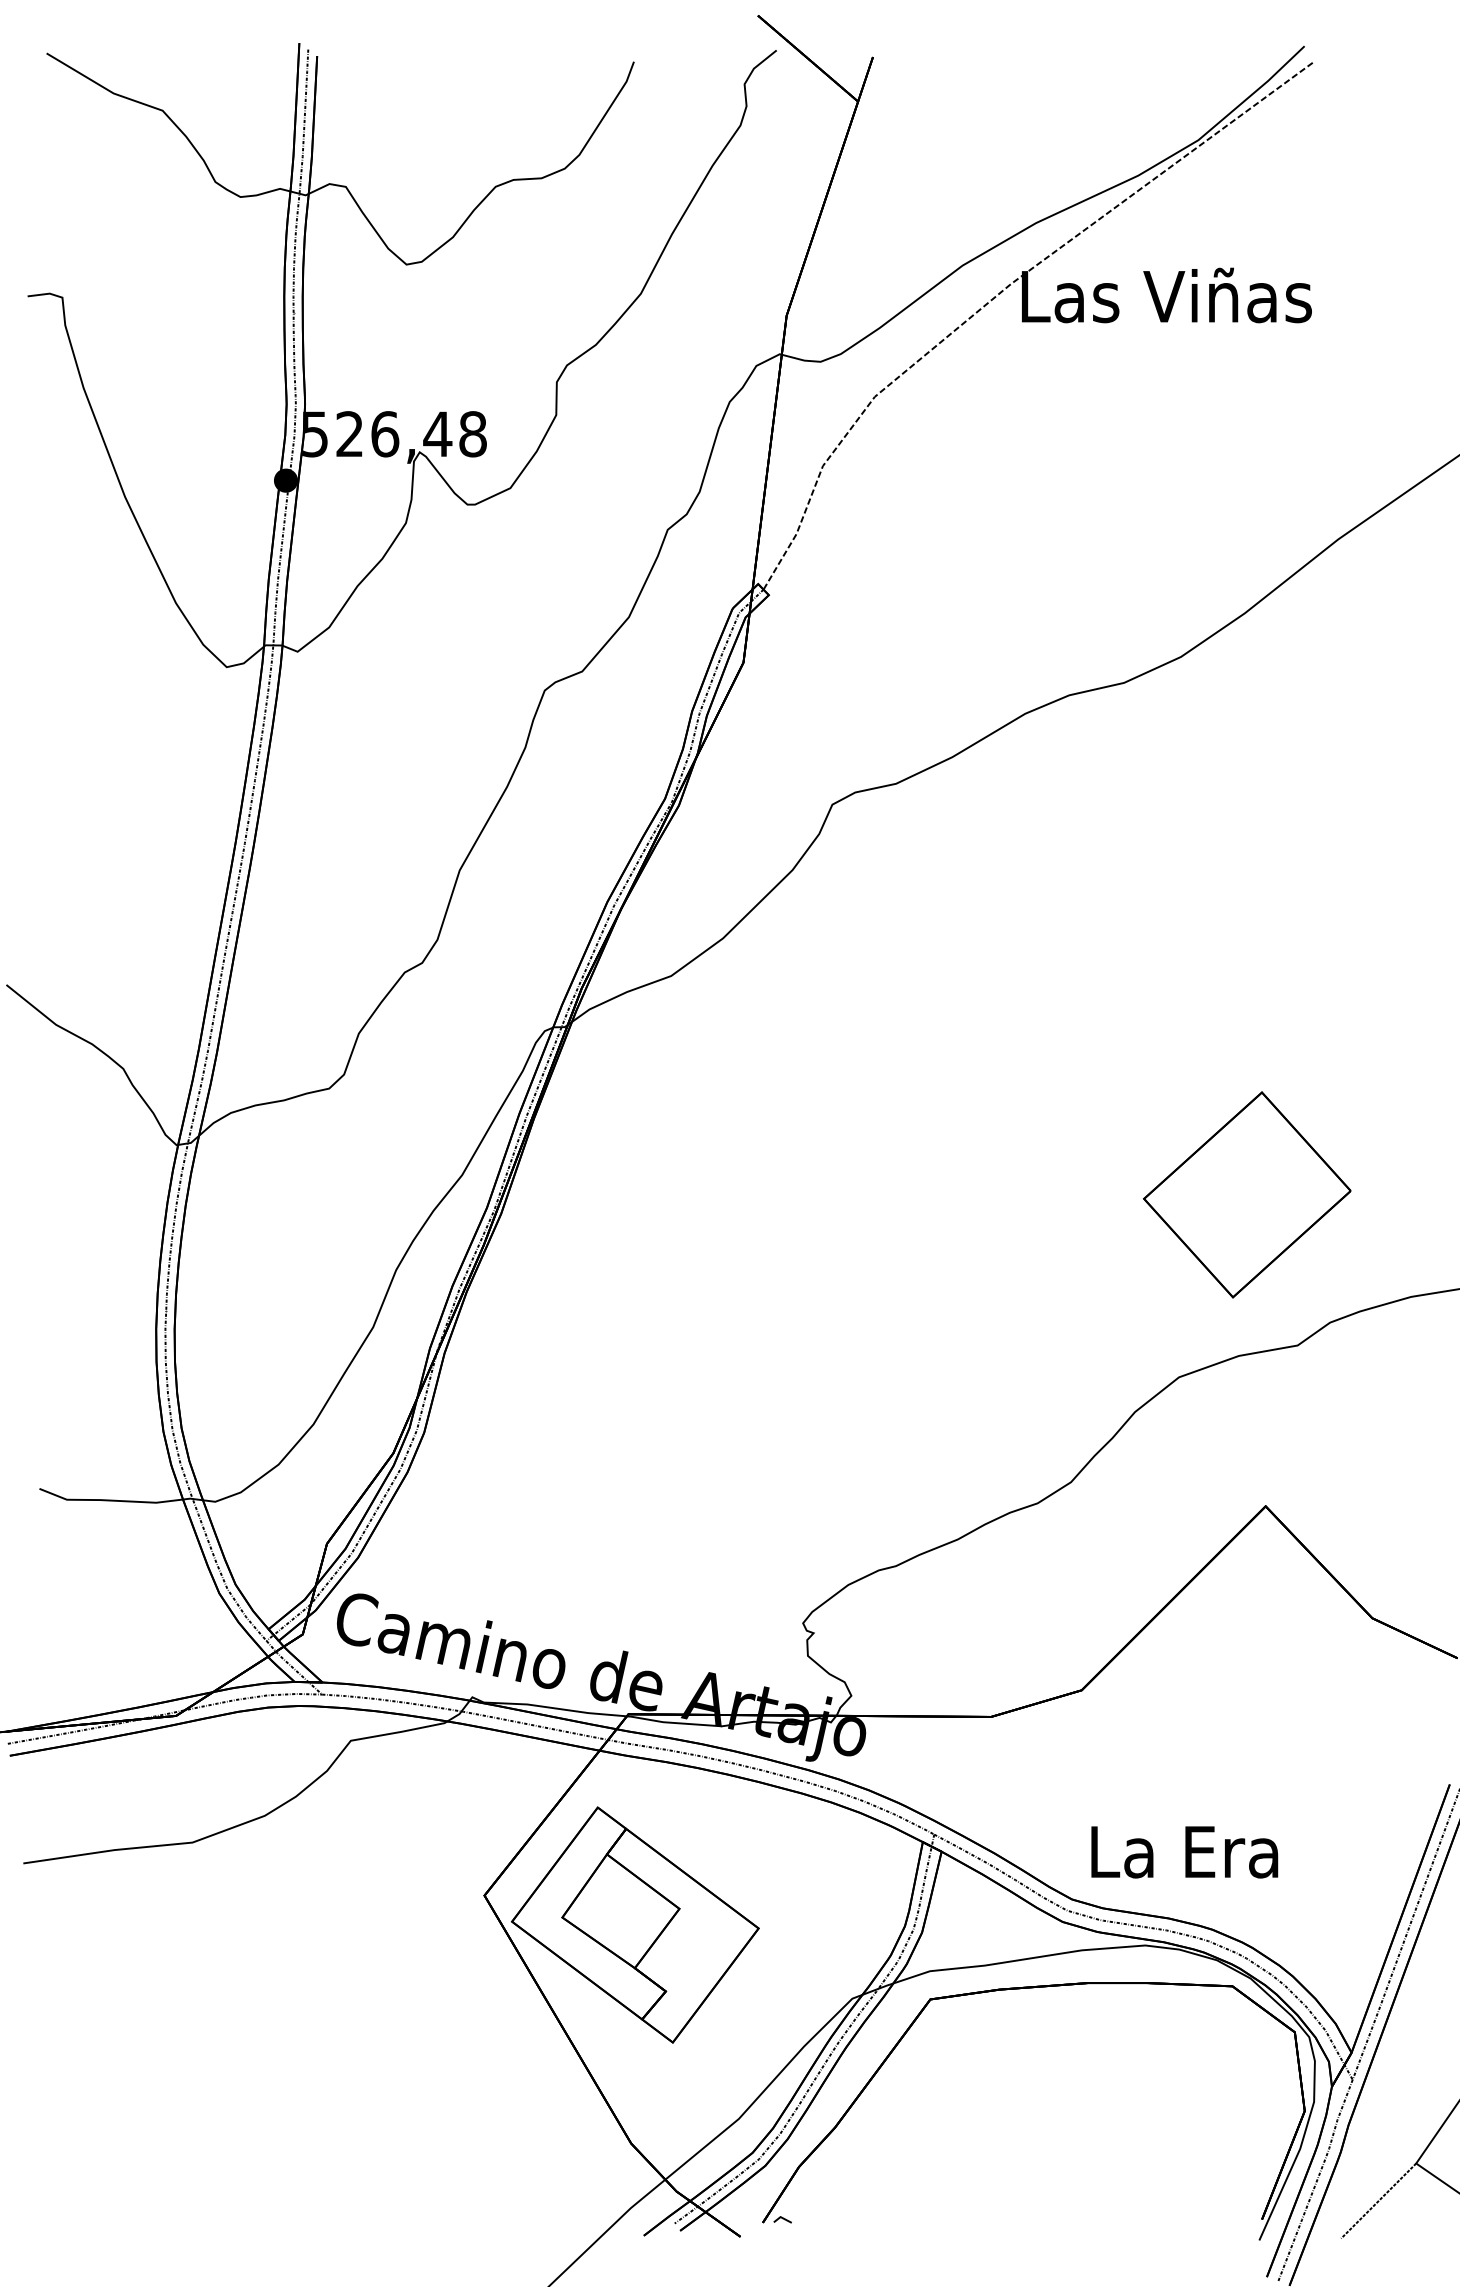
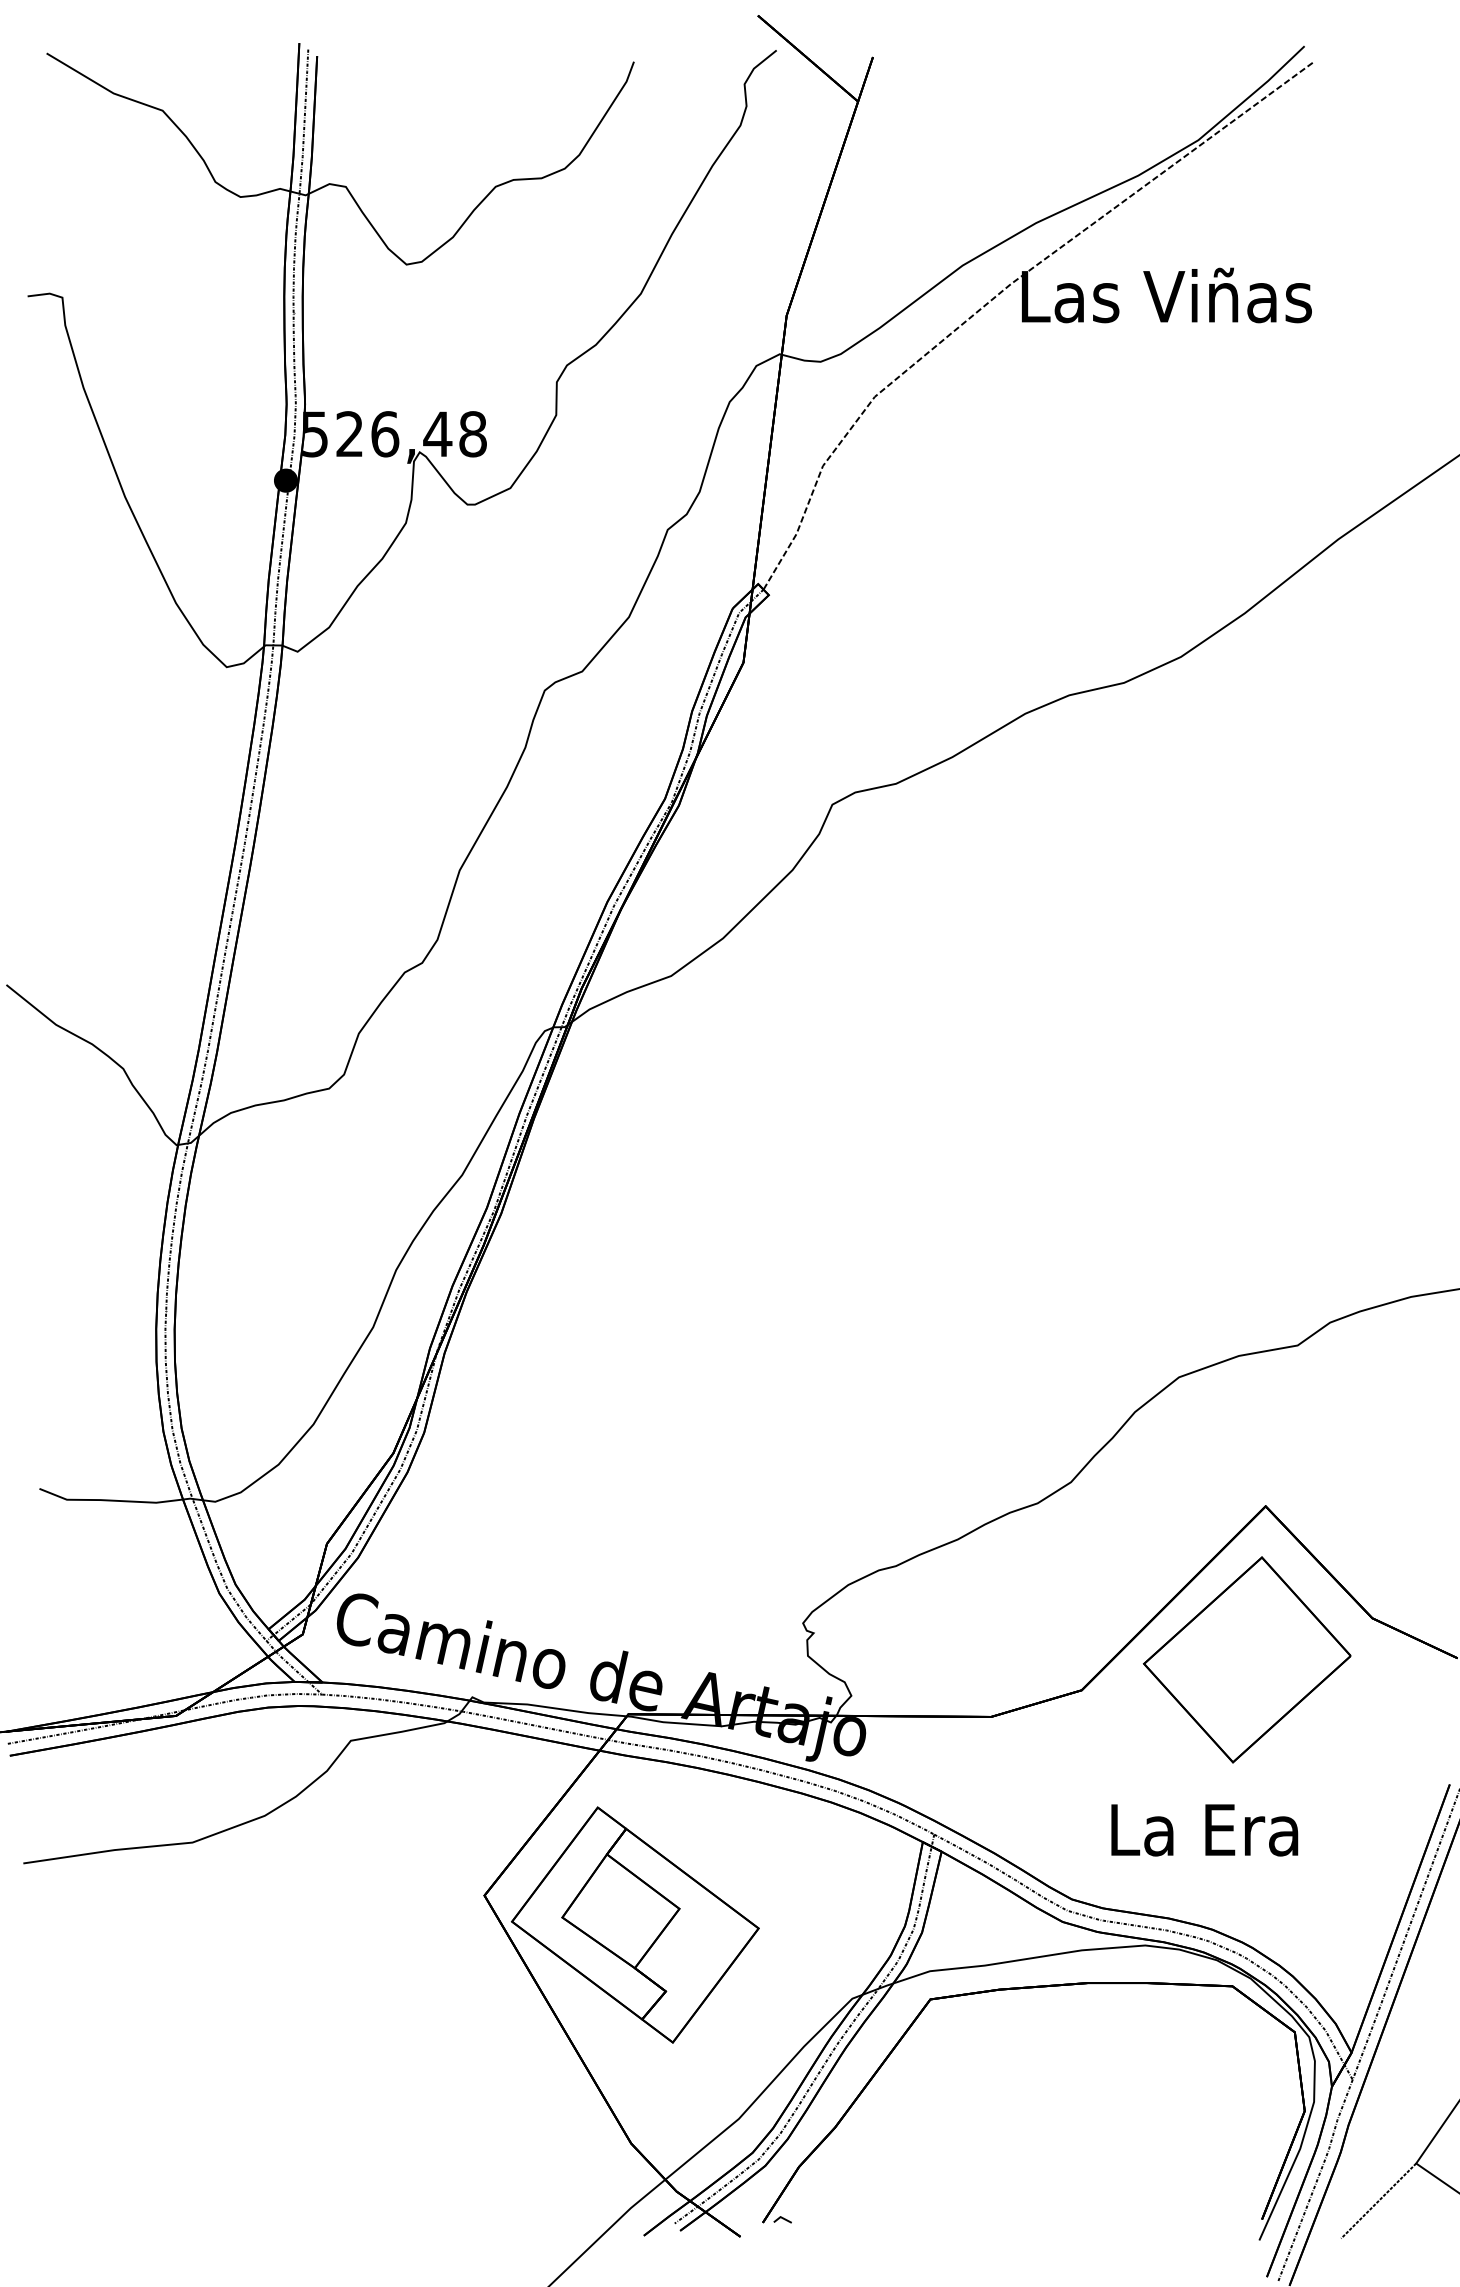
part at (1247, 1194) position: (1247, 1194) -> (1247, 1659)
text at (1184, 1852) position: (1184, 1852) -> (1204, 1830)
